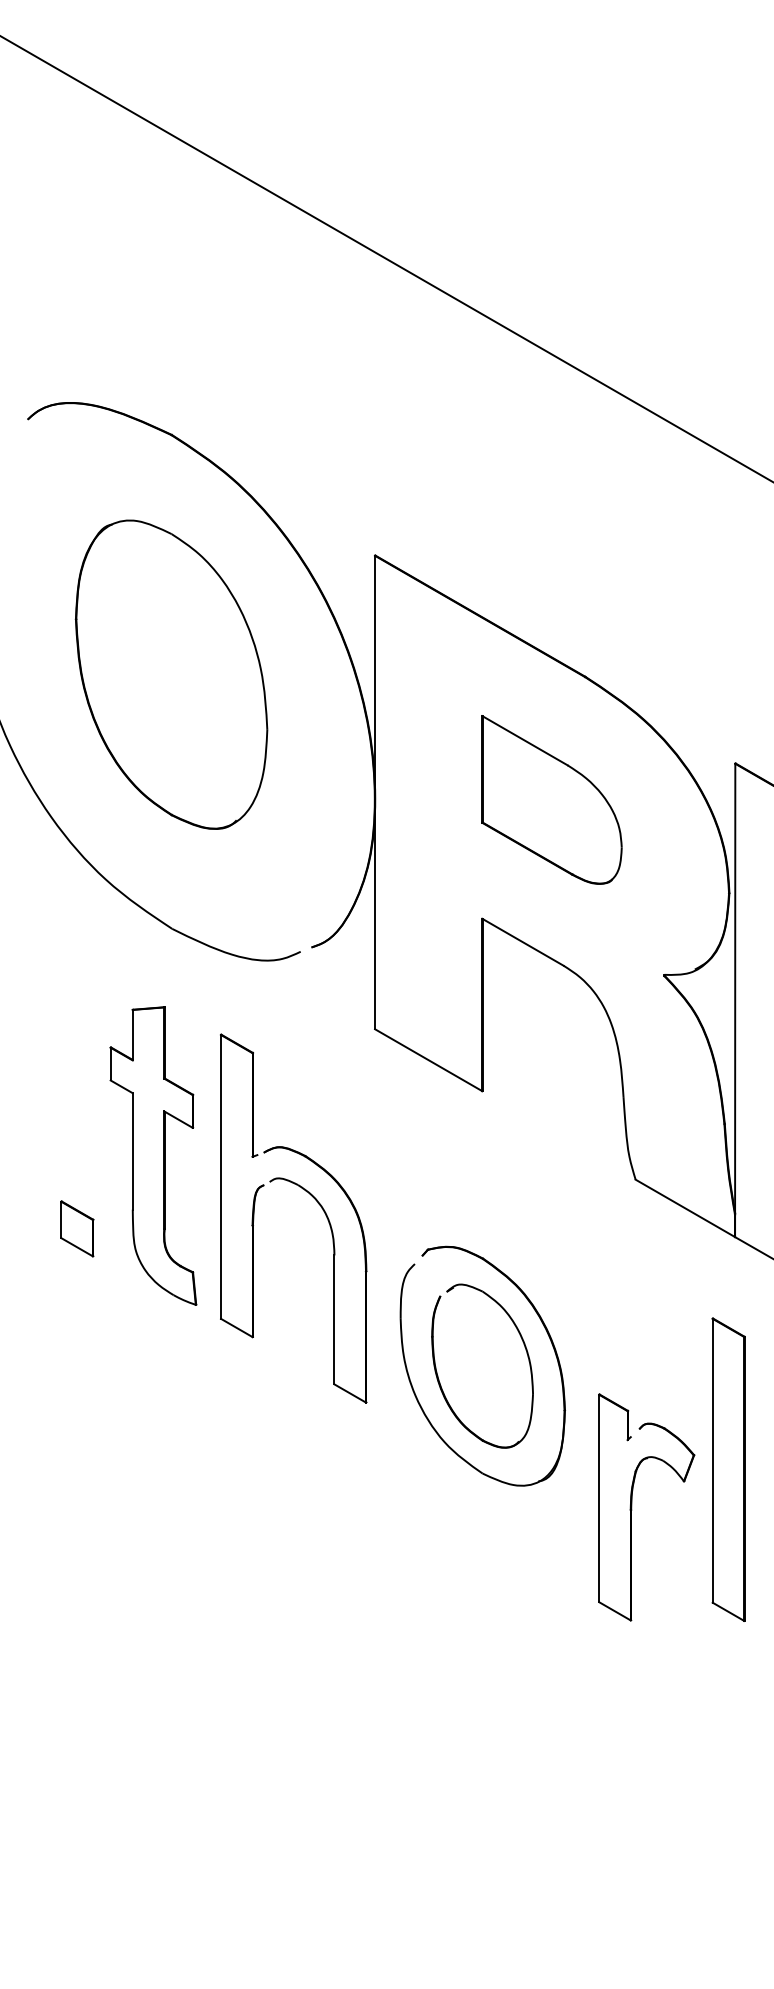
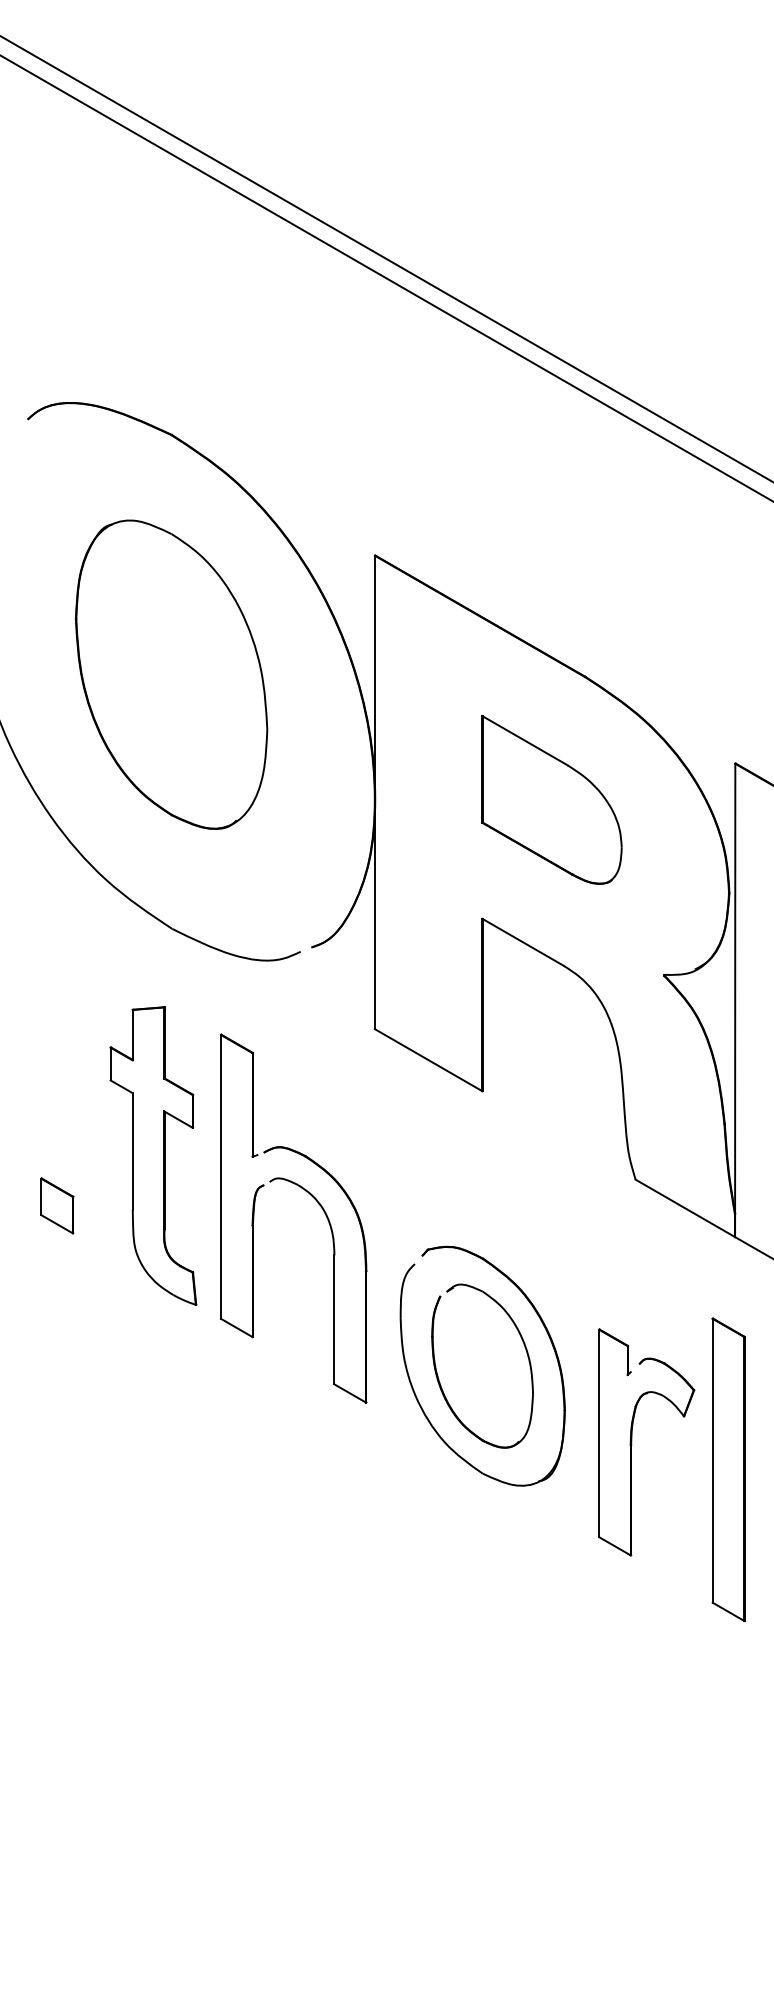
line at (386, 277): none -> present
part at (77, 1228) position: (77, 1228) -> (57, 1205)
part at (632, 1507) position: (632, 1507) -> (632, 1442)
